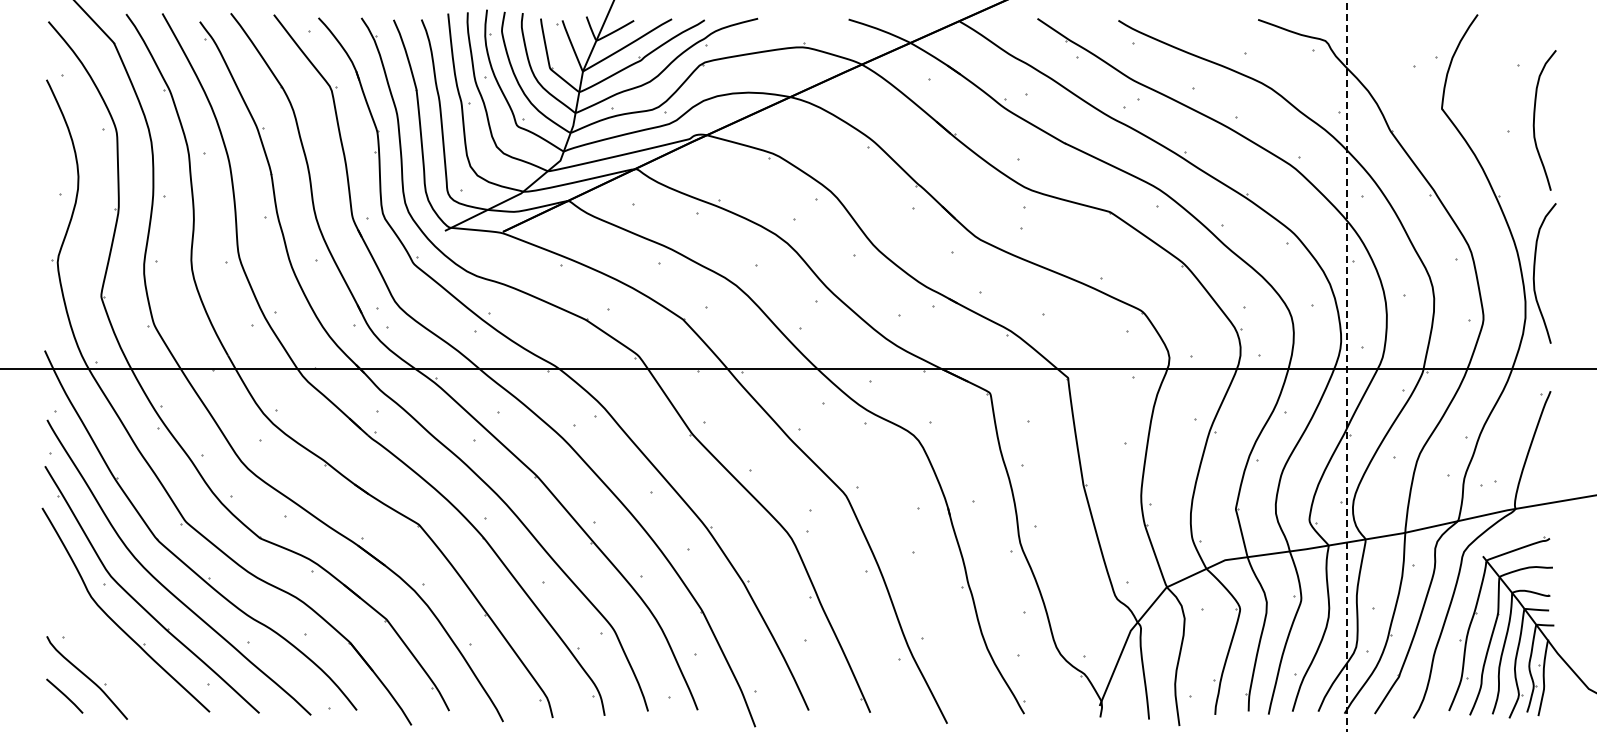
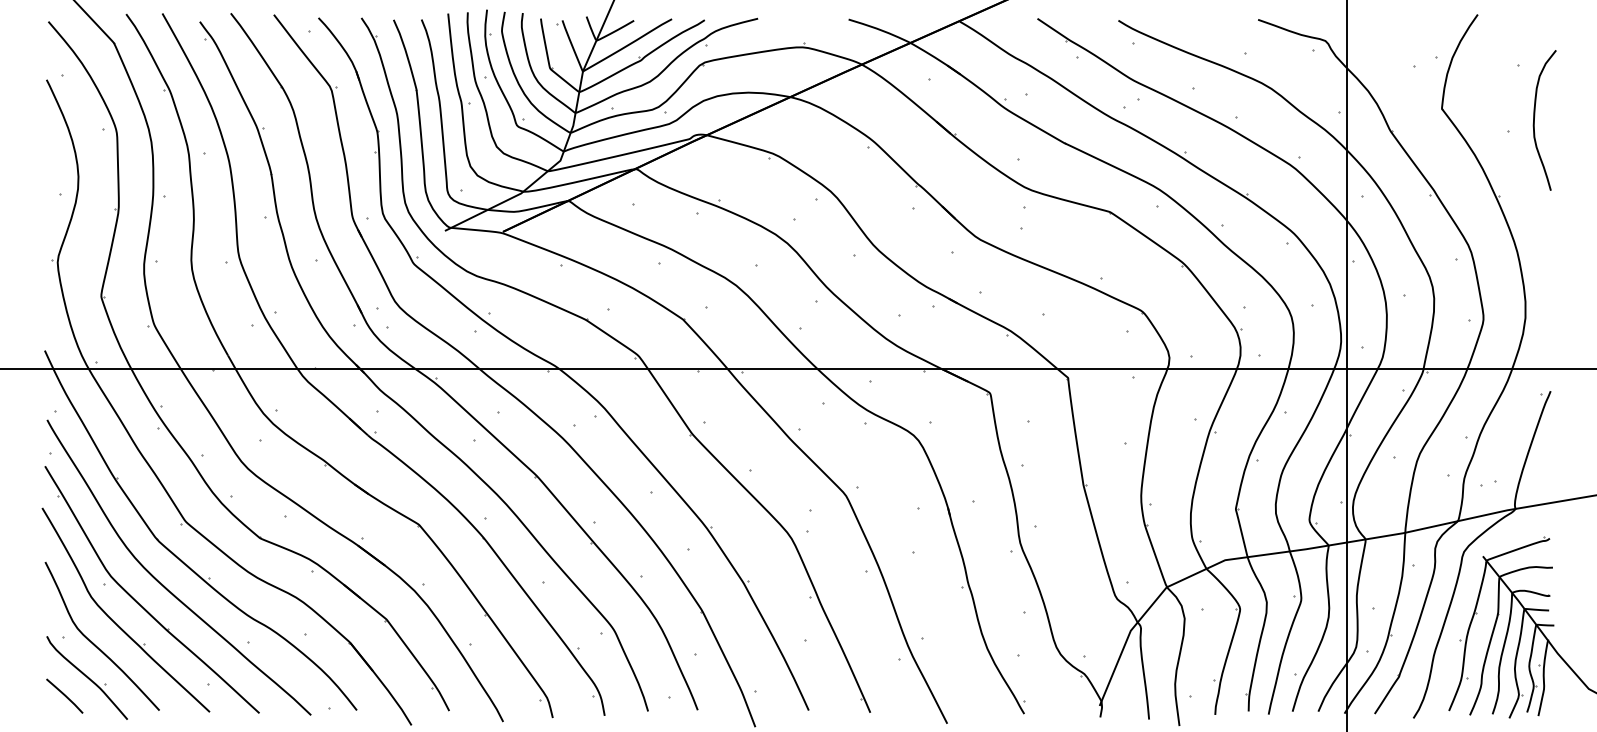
curve at (1535, 269): present -> none
line at (1346, 366): dashed -> solid
curve at (94, 643): none -> present
